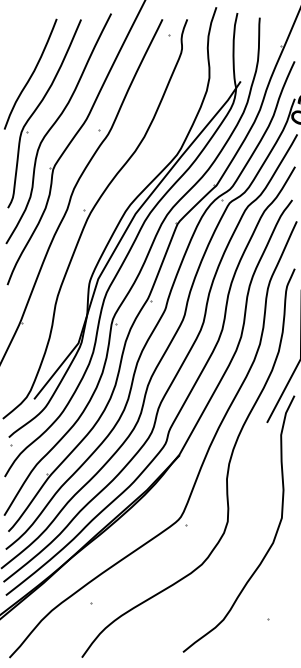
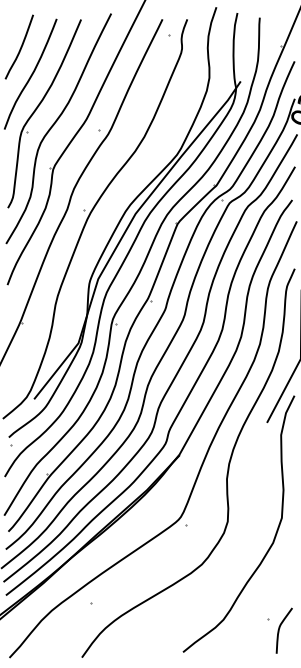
curve at (20, 46): none -> present
curve at (280, 628): none -> present
